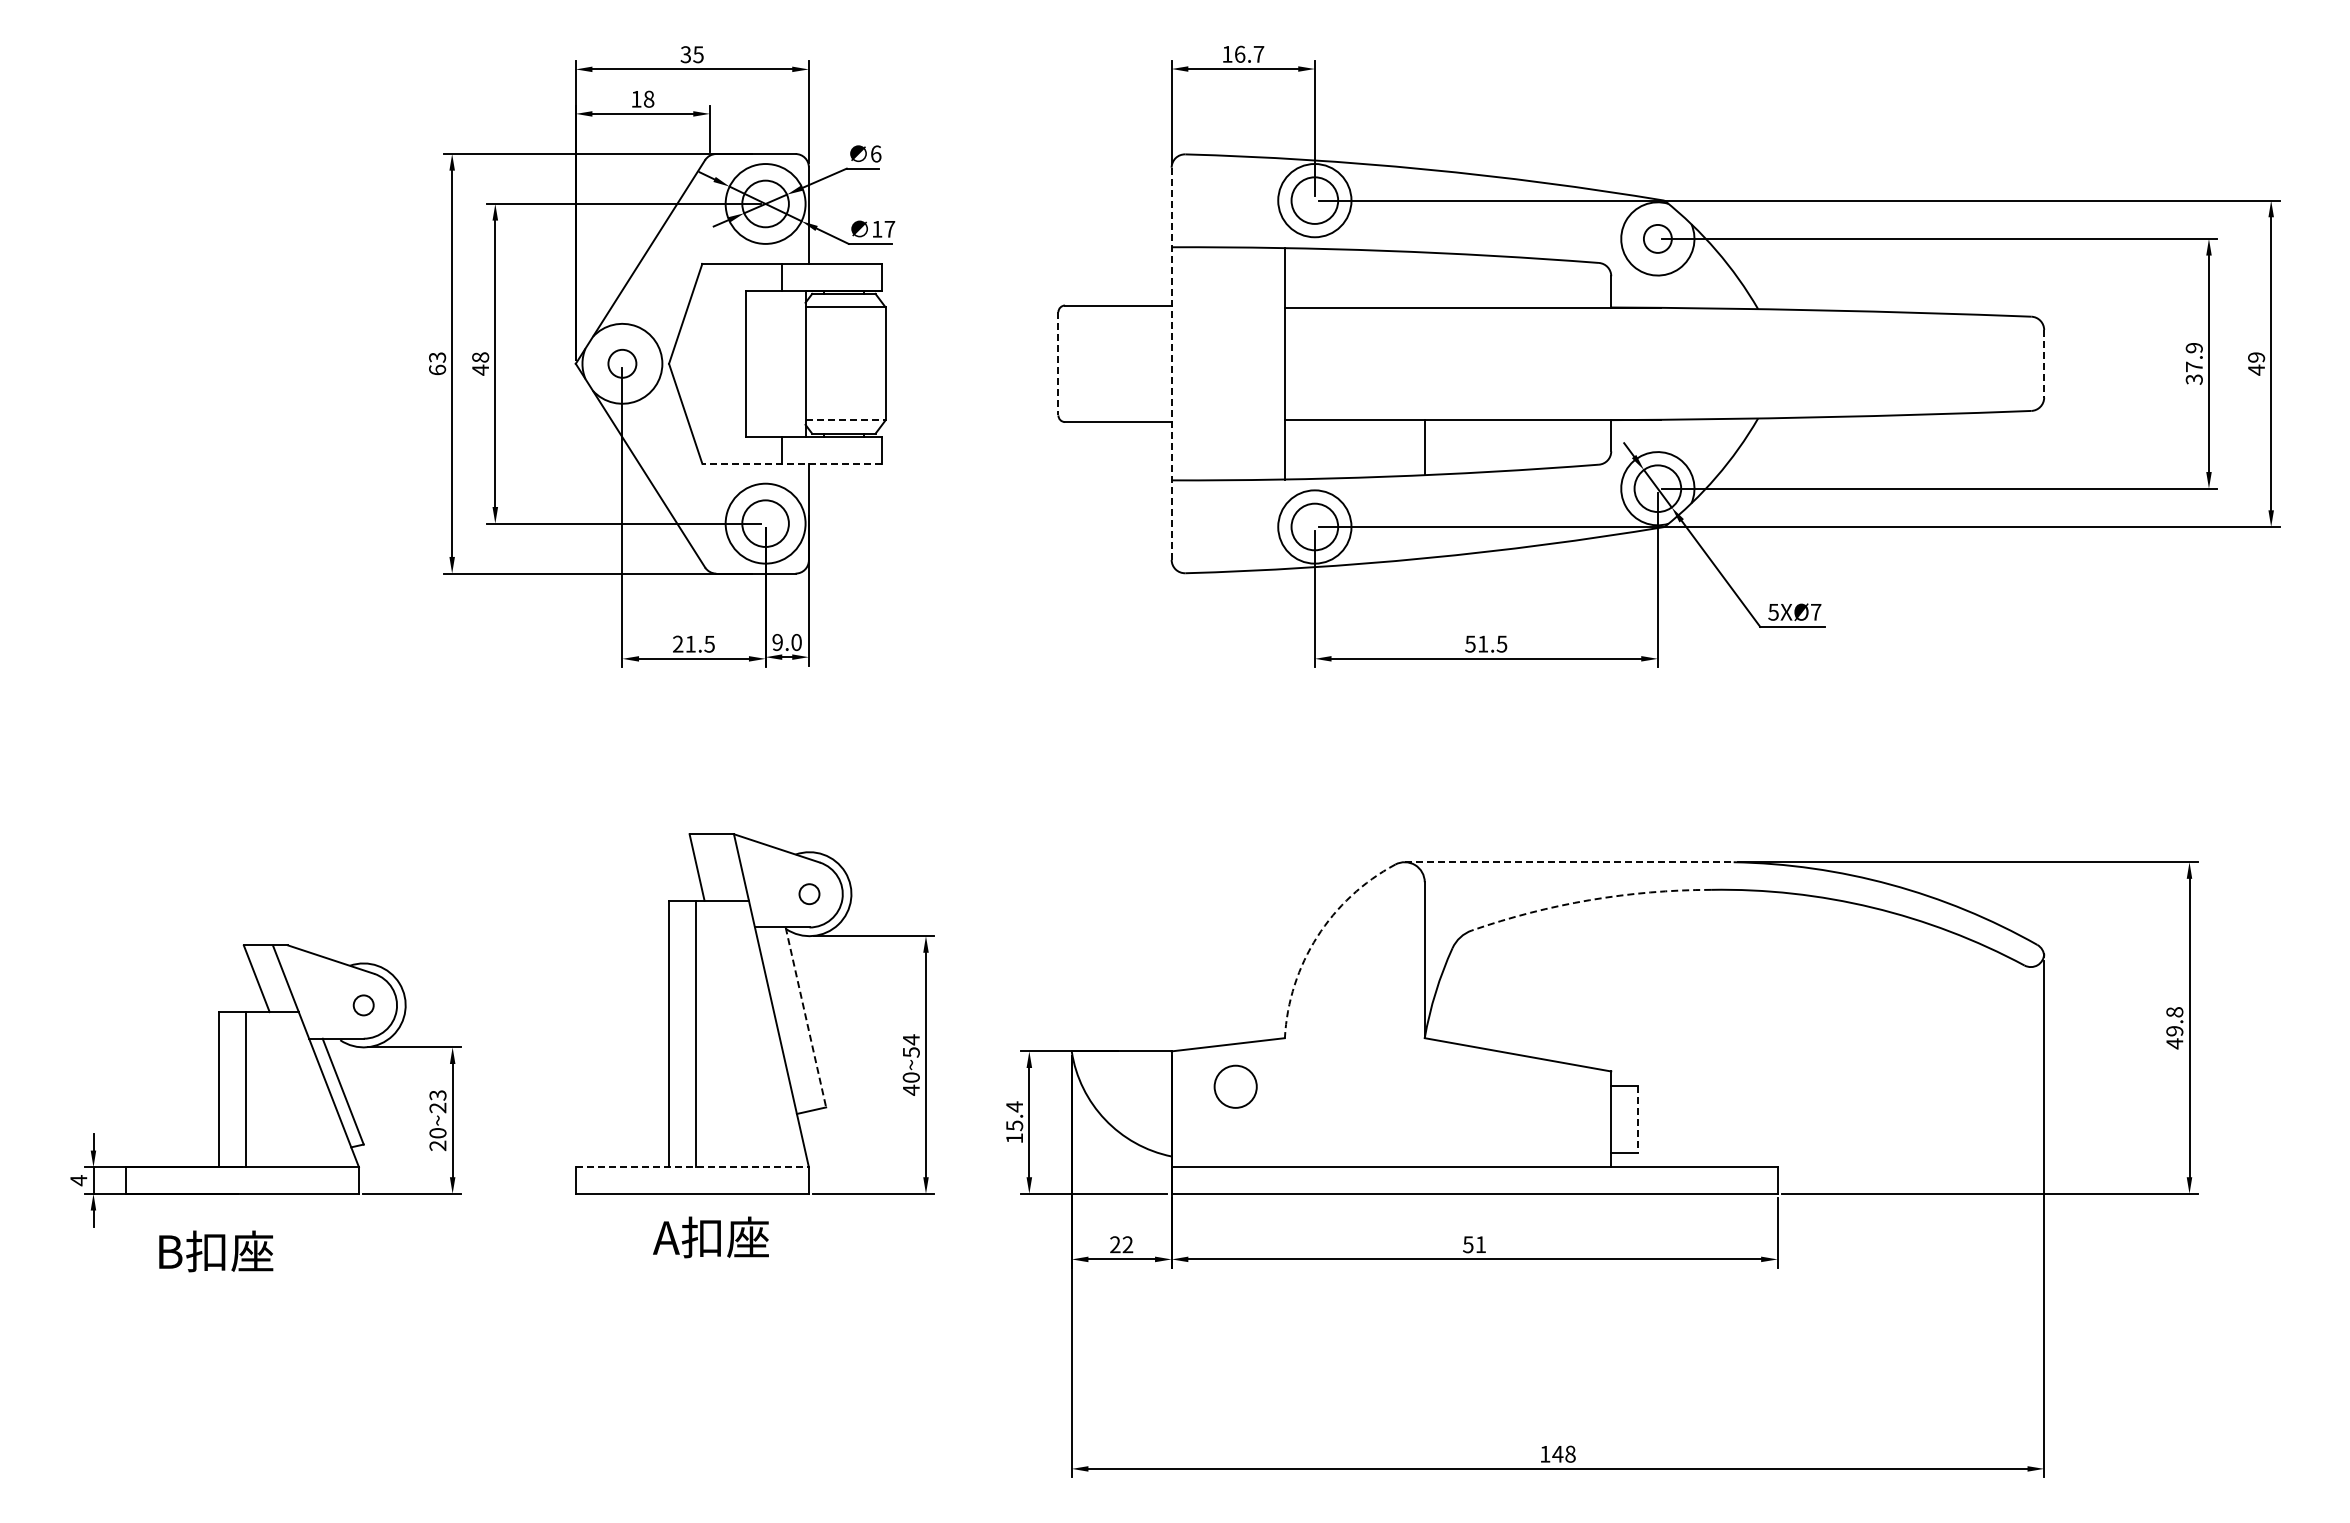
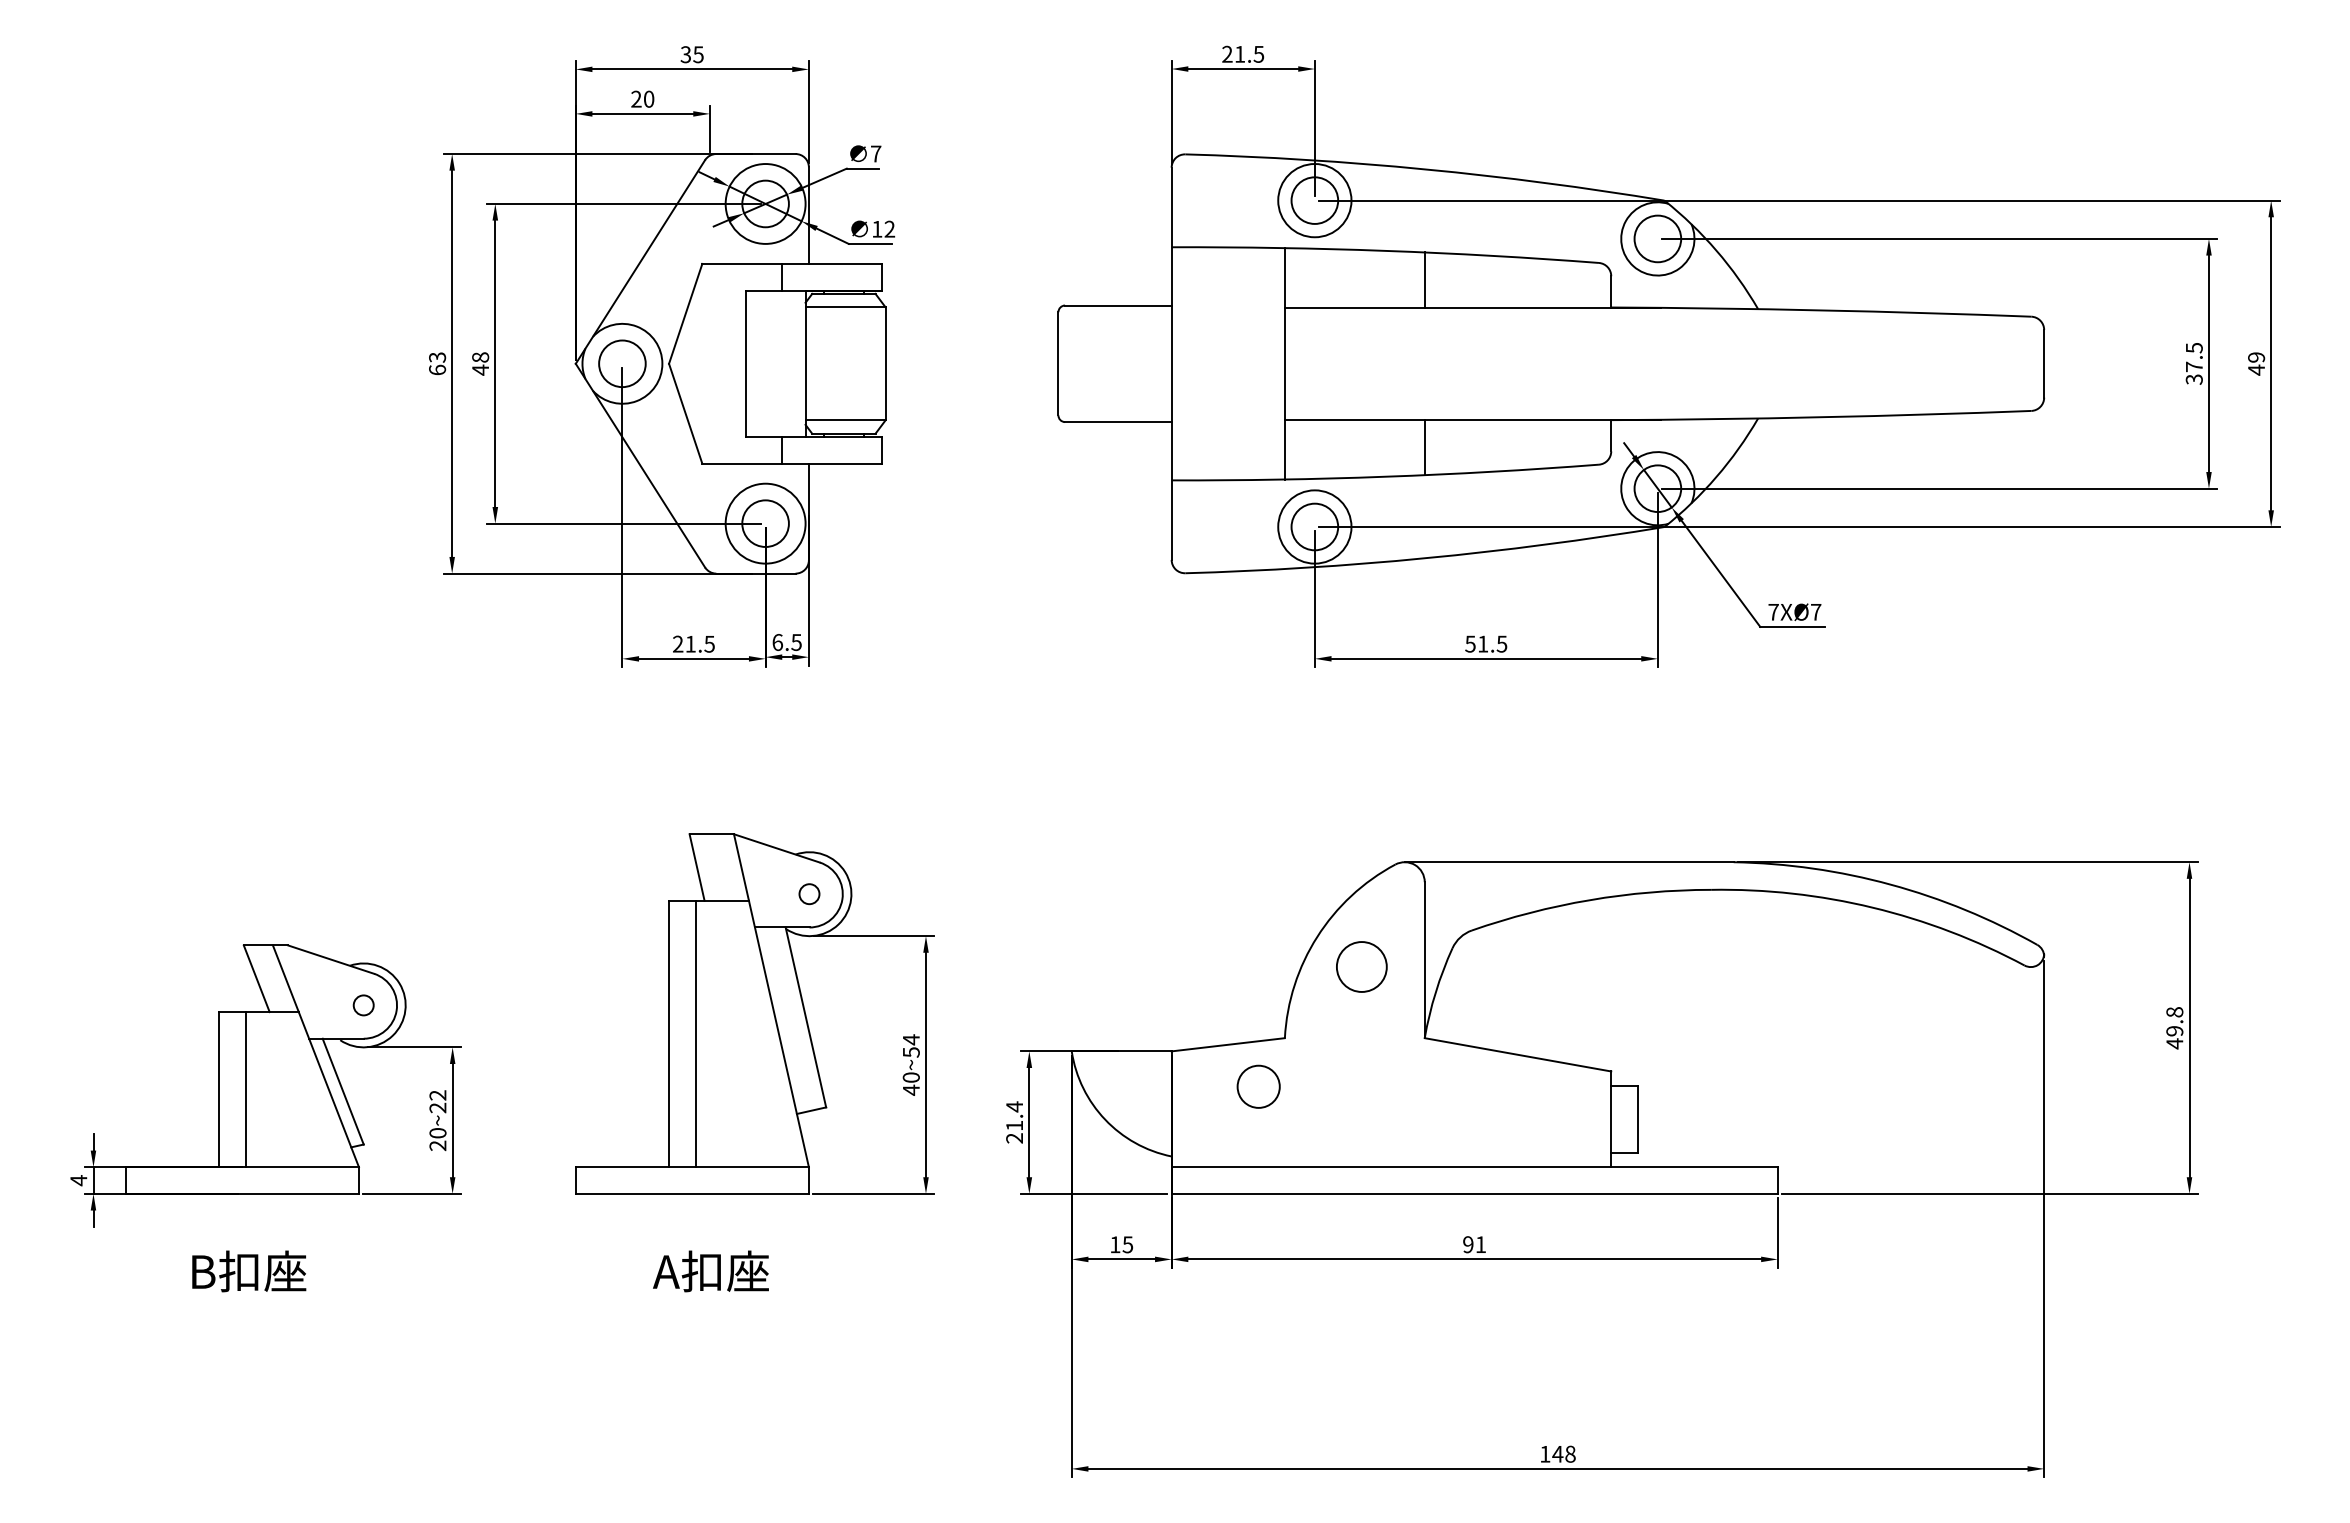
text at (1243, 53): 16.7 -> 21.5
text at (642, 98): 18 -> 20
text at (876, 153): 6 -> 7
text at (889, 228): 17 -> 12
circle at (1657, 238) diameter: 28 px -> 47 px
line at (1424, 279): none -> present
text at (2193, 348): 37.9 -> 37.5
circle at (622, 363) diameter: 28 px -> 47 px
line at (1058, 363): dashed -> solid
line at (2044, 363): dashed -> solid
line at (1171, 364): dashed -> solid
line at (845, 420): dashed -> solid
line at (792, 463): dashed -> solid
text at (1773, 612): 5XØ7 -> 7XØ7
text at (786, 642): 9.0 -> 6.5
line at (1569, 862): dashed -> solid
arc at (1589, 900): dashed -> solid
arc at (1317, 936): dashed -> solid
circle at (1361, 966): none -> present
line at (806, 1017): dashed -> solid
circle at (1235, 1086) position: (1235, 1086) -> (1258, 1086)
text at (438, 1095): 20~23 -> 20~22
line at (1637, 1119): dashed -> solid
text at (1014, 1131): 15.4 -> 21.4
line at (692, 1167): dashed -> solid
text at (710, 1237) position: (710, 1237) -> (710, 1271)
text at (1121, 1244): 22 -> 15
text at (1468, 1244): 51 -> 91
text at (216, 1251) position: (216, 1251) -> (249, 1271)
